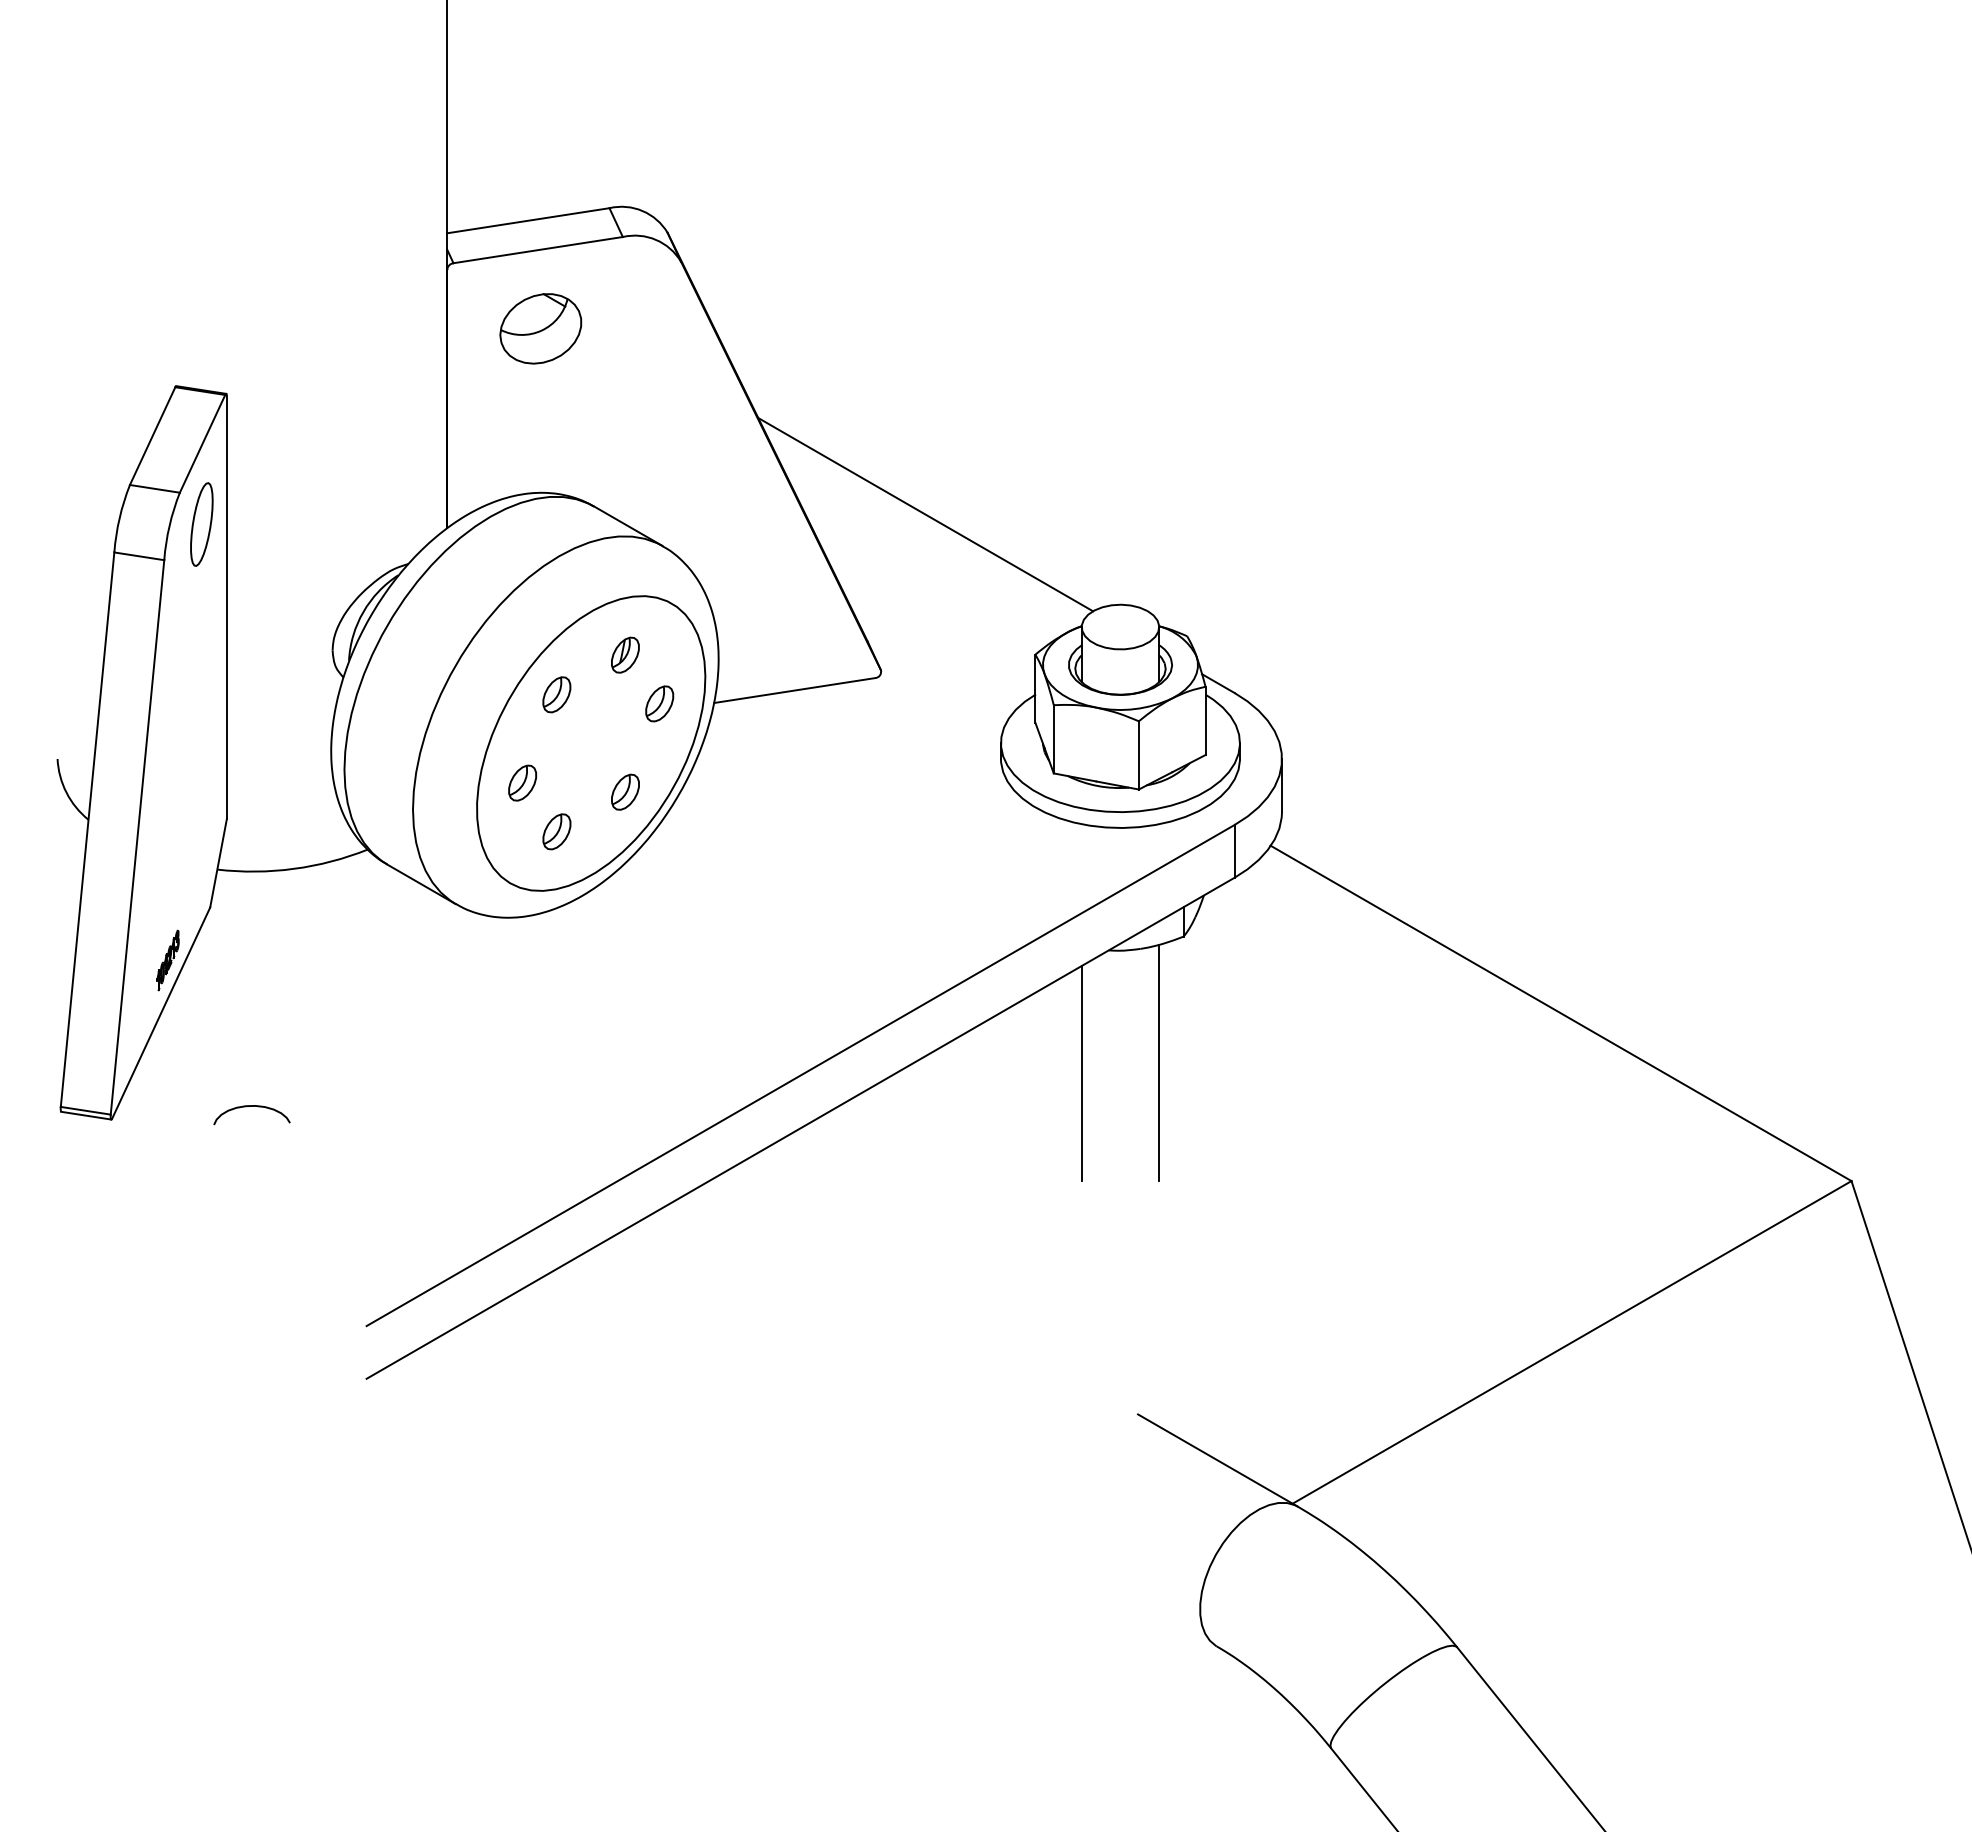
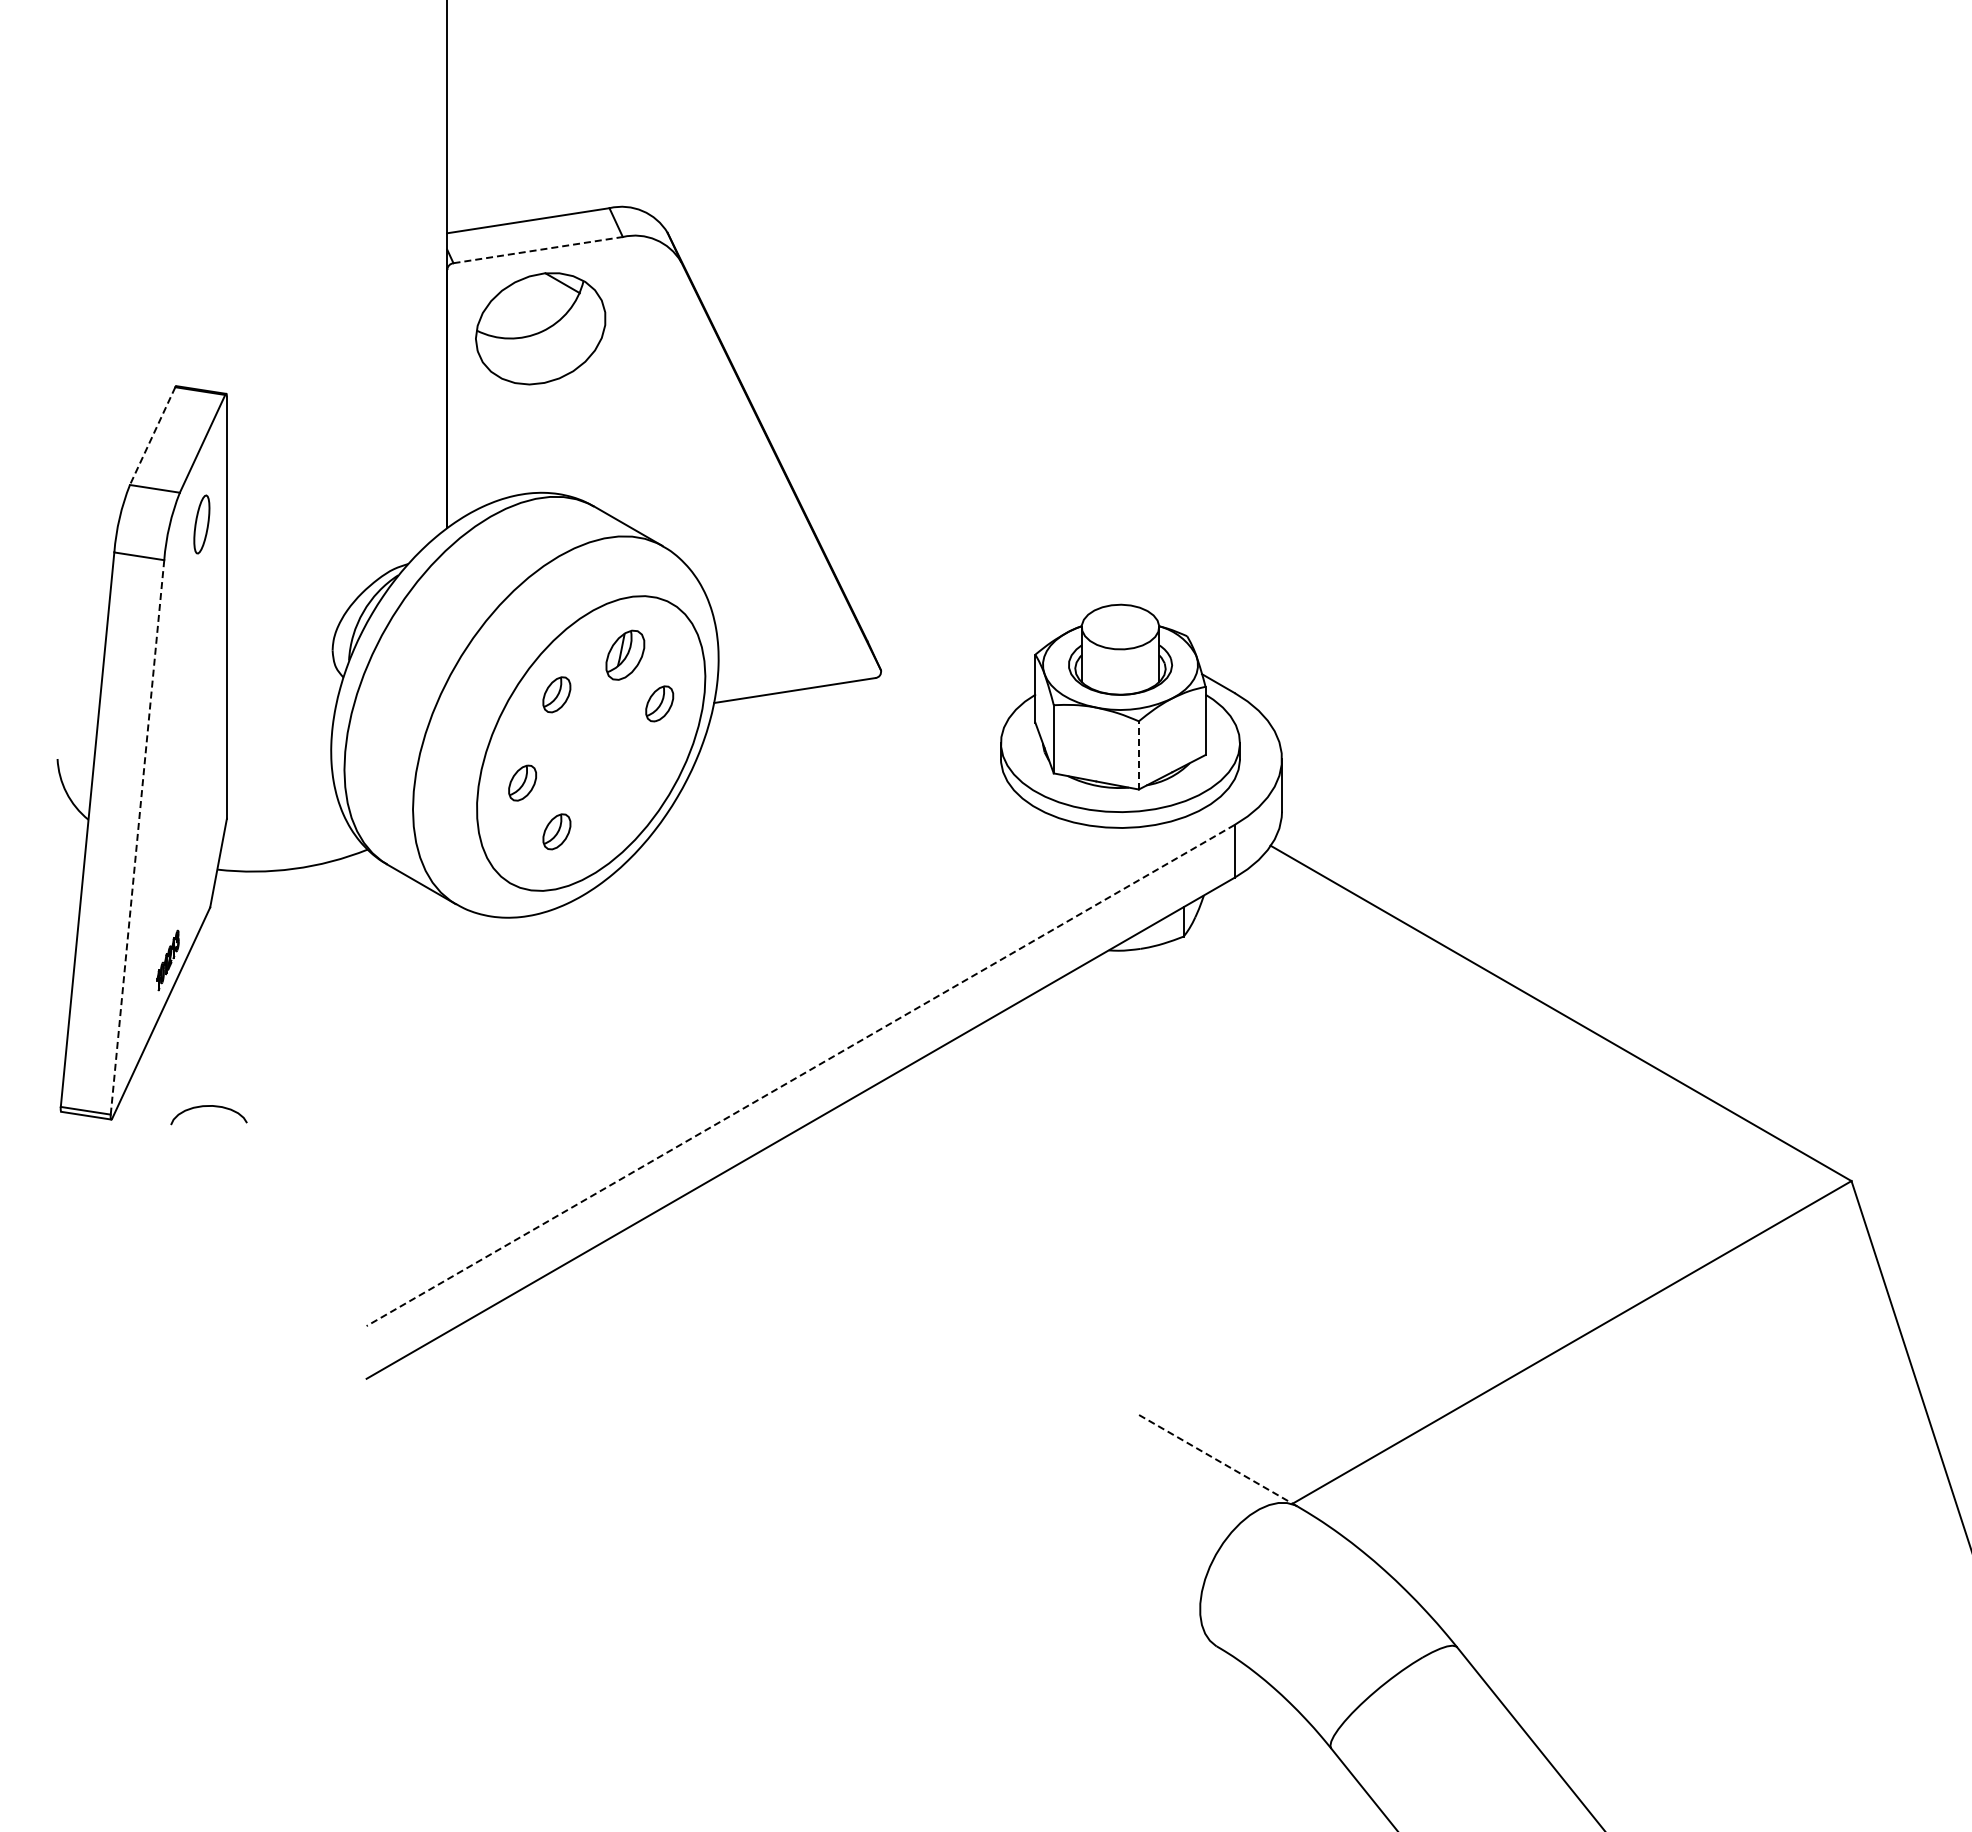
line at (538, 250): solid -> dashed
part at (540, 328) size: 84x72 px -> 132x114 px
line at (152, 436): solid -> dashed
line at (925, 514): present -> none
part at (201, 524) size: 24x85 px -> 18x61 px
part at (625, 654) size: 29x38 px -> 41x52 px
line at (1138, 754): solid -> dashed
part at (625, 791): present -> none
line at (137, 837): solid -> dashed
line at (1159, 1062): present -> none
line at (1081, 1073): present -> none
line at (800, 1075): solid -> dashed
curve at (251, 1106) position: (251, 1106) -> (208, 1106)
line at (1217, 1460): solid -> dashed
